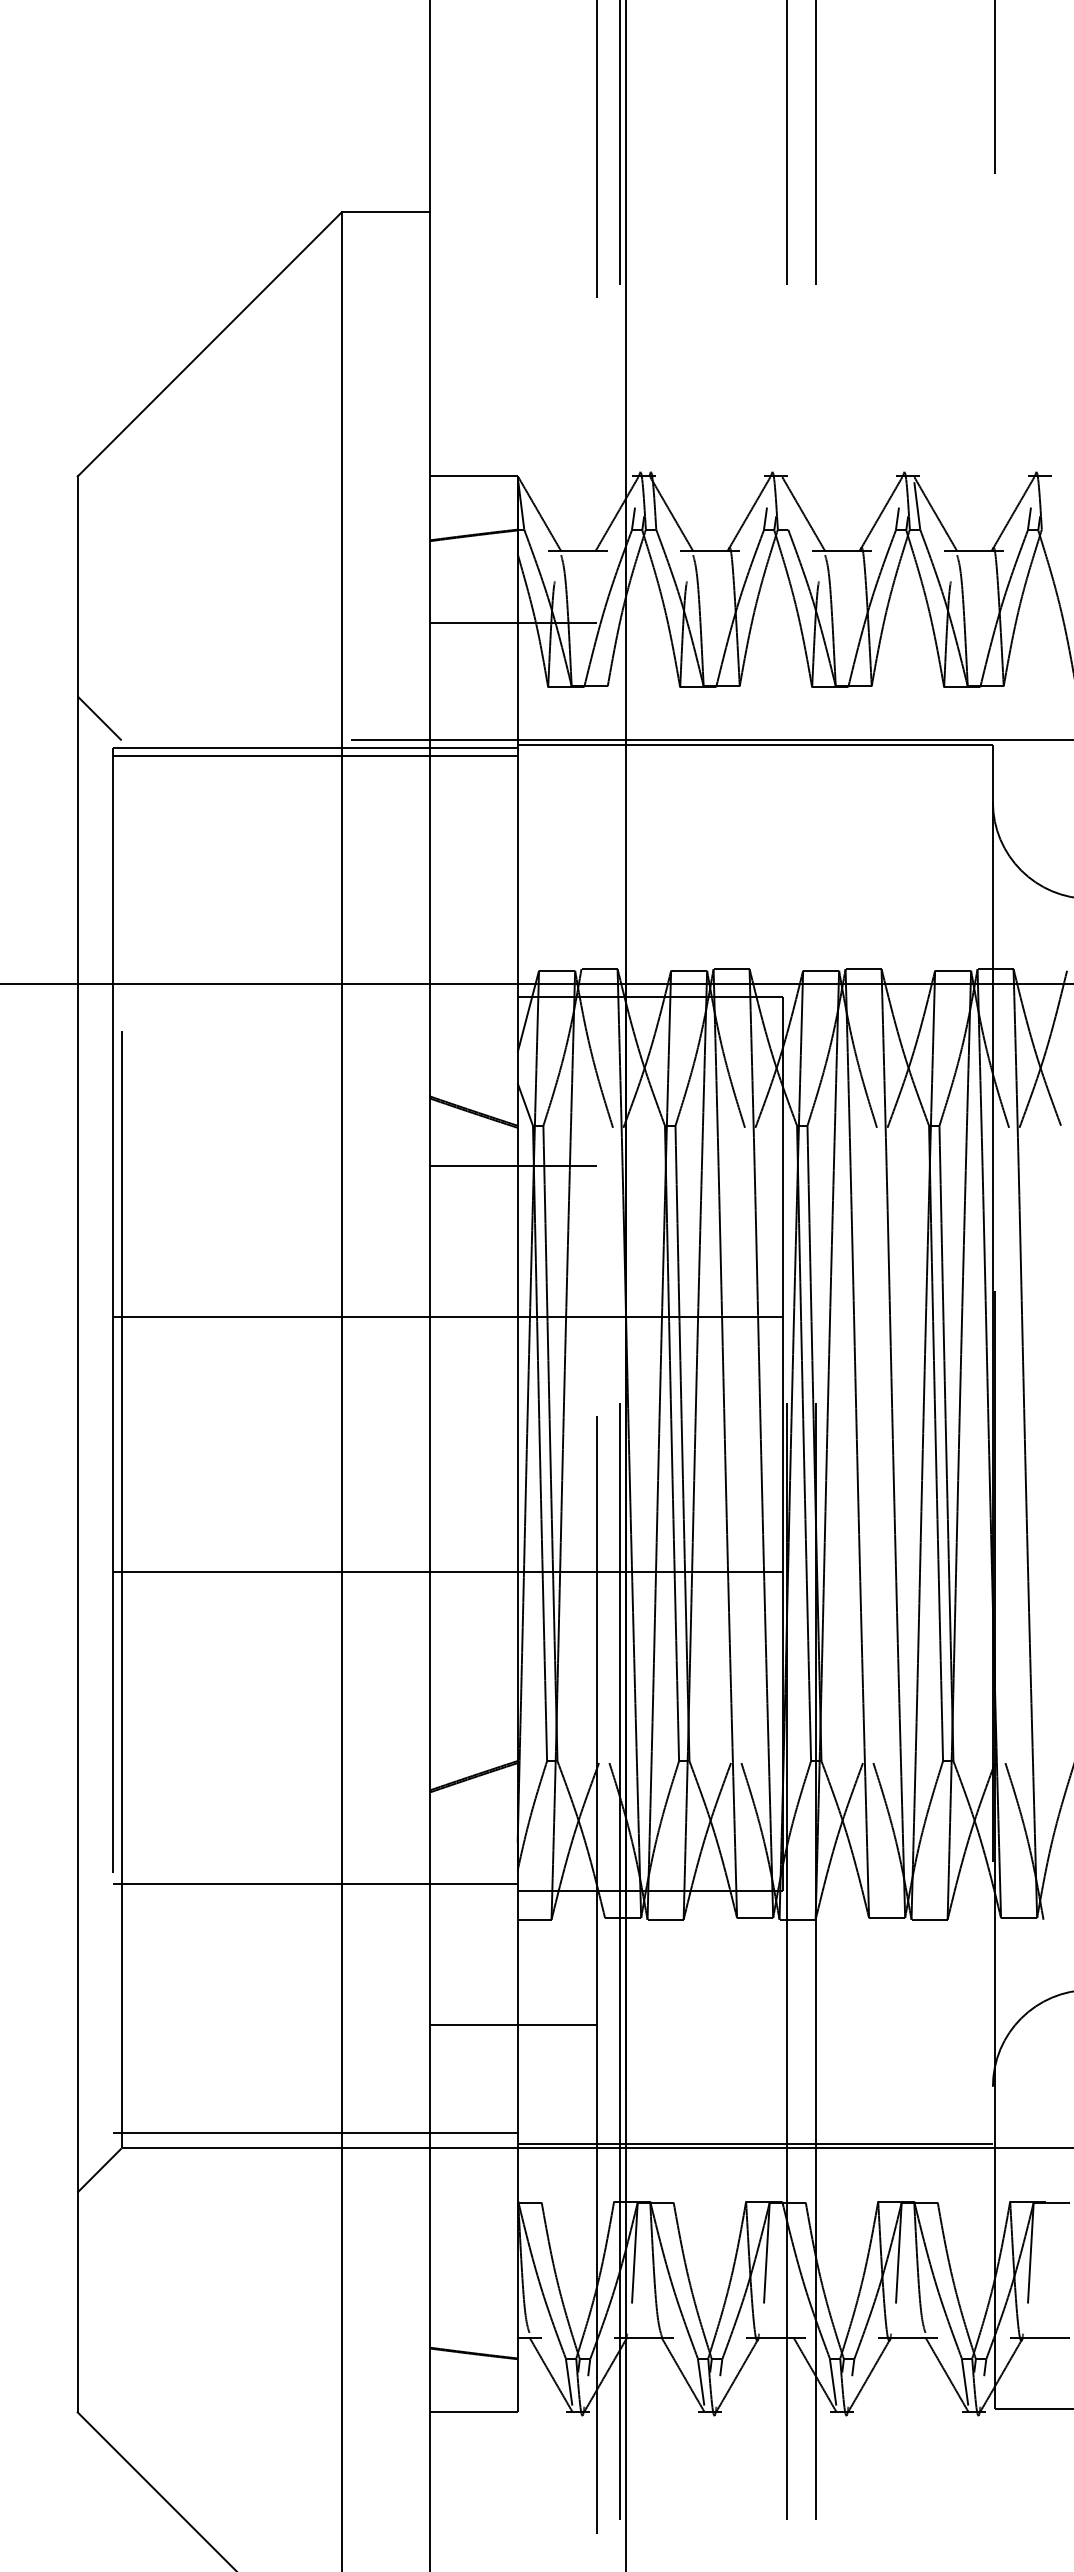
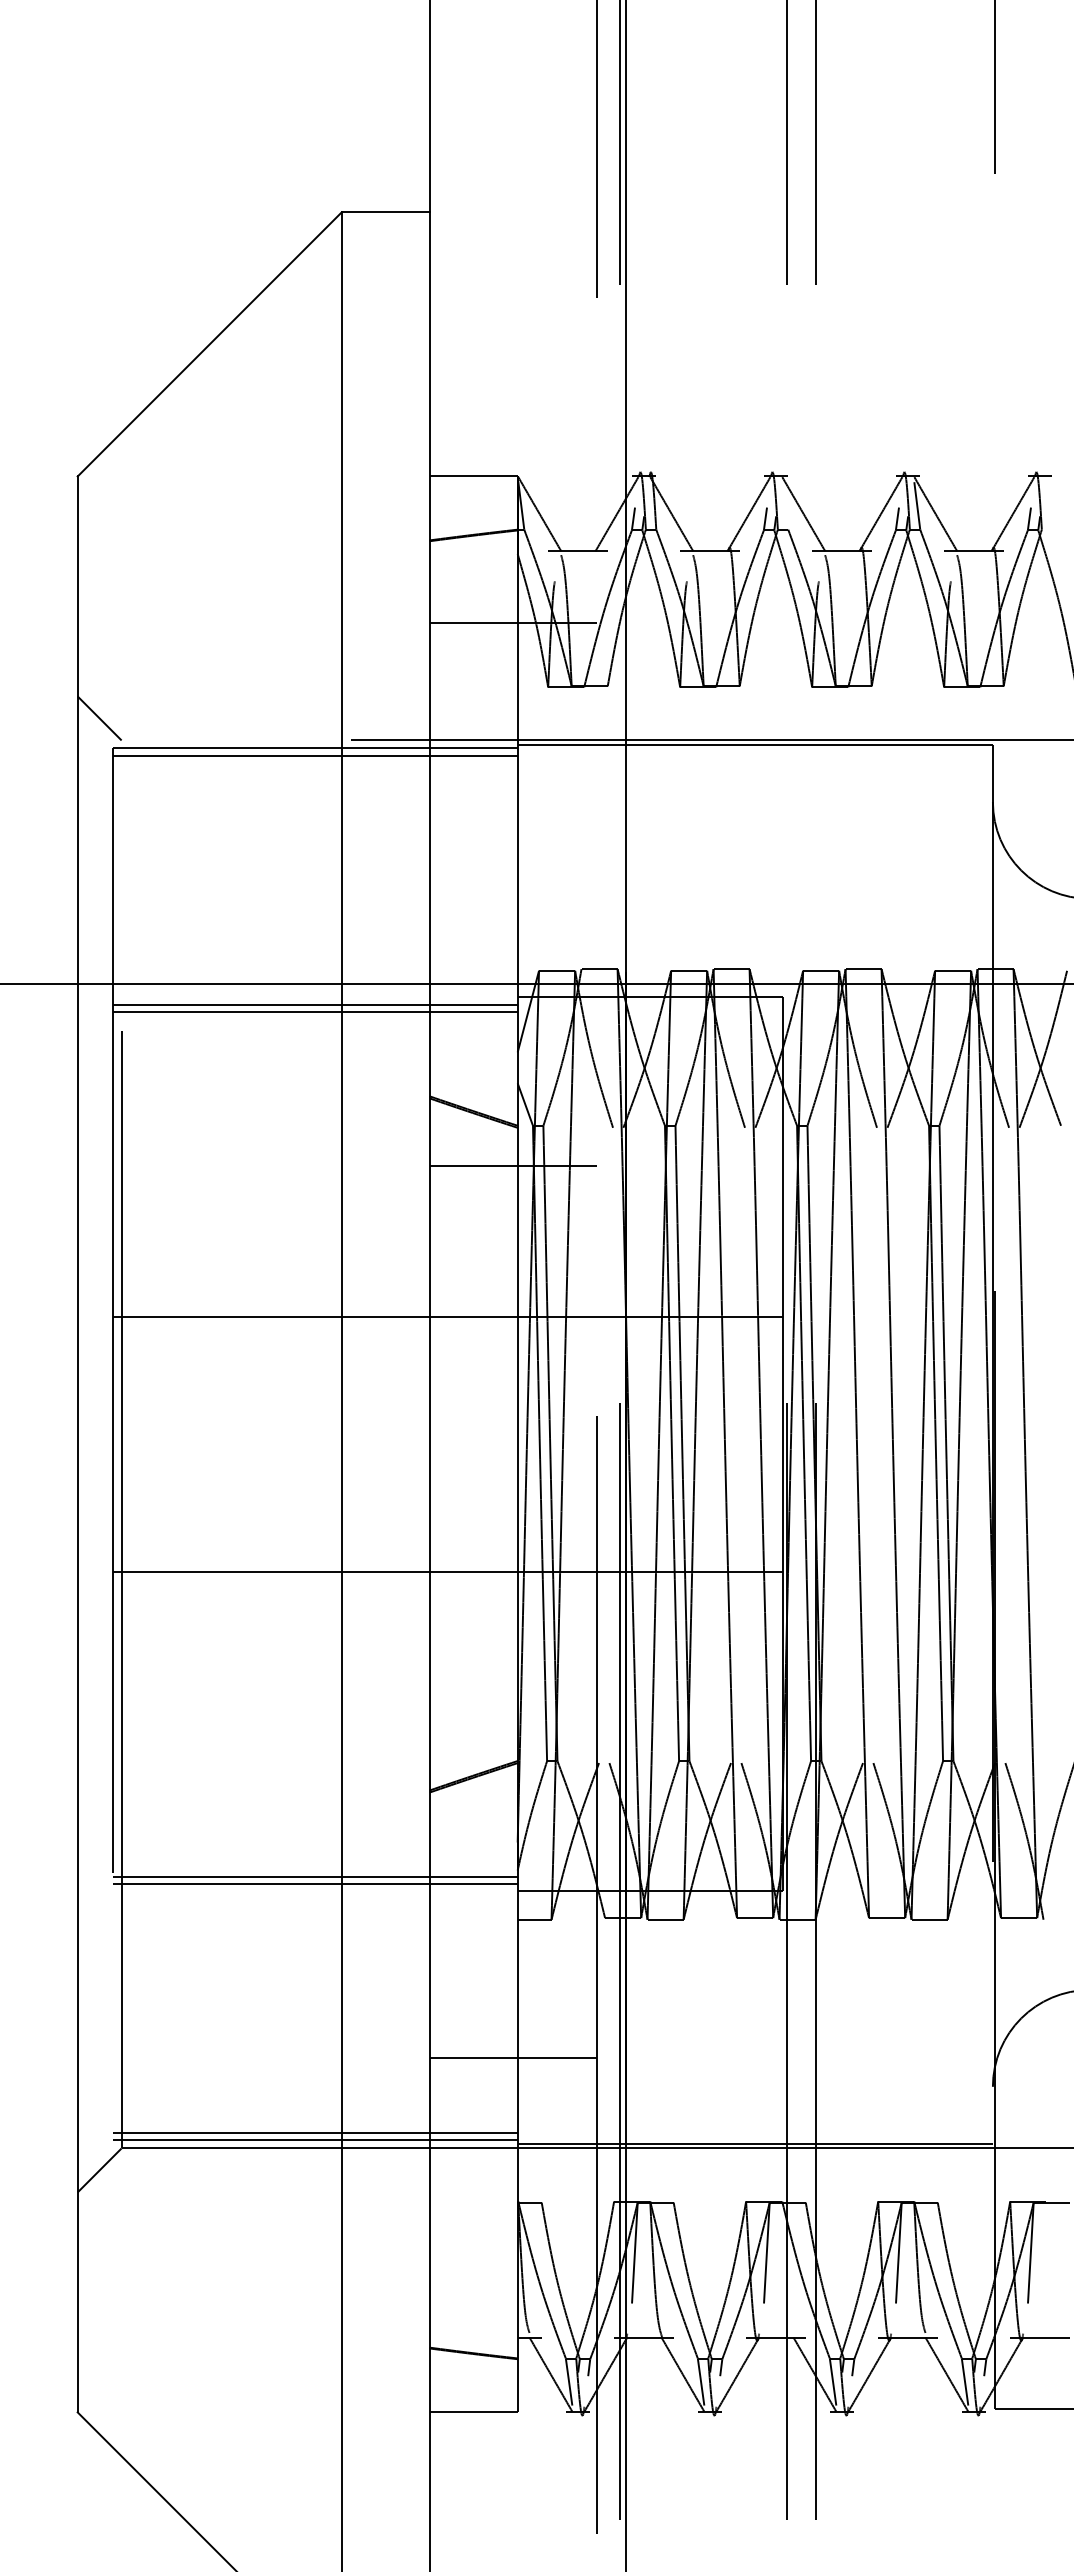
line at (314, 1004): none -> present
line at (314, 1012): none -> present
line at (314, 1876): none -> present
line at (512, 2024) position: (512, 2024) -> (512, 2057)
line at (314, 2140): none -> present
